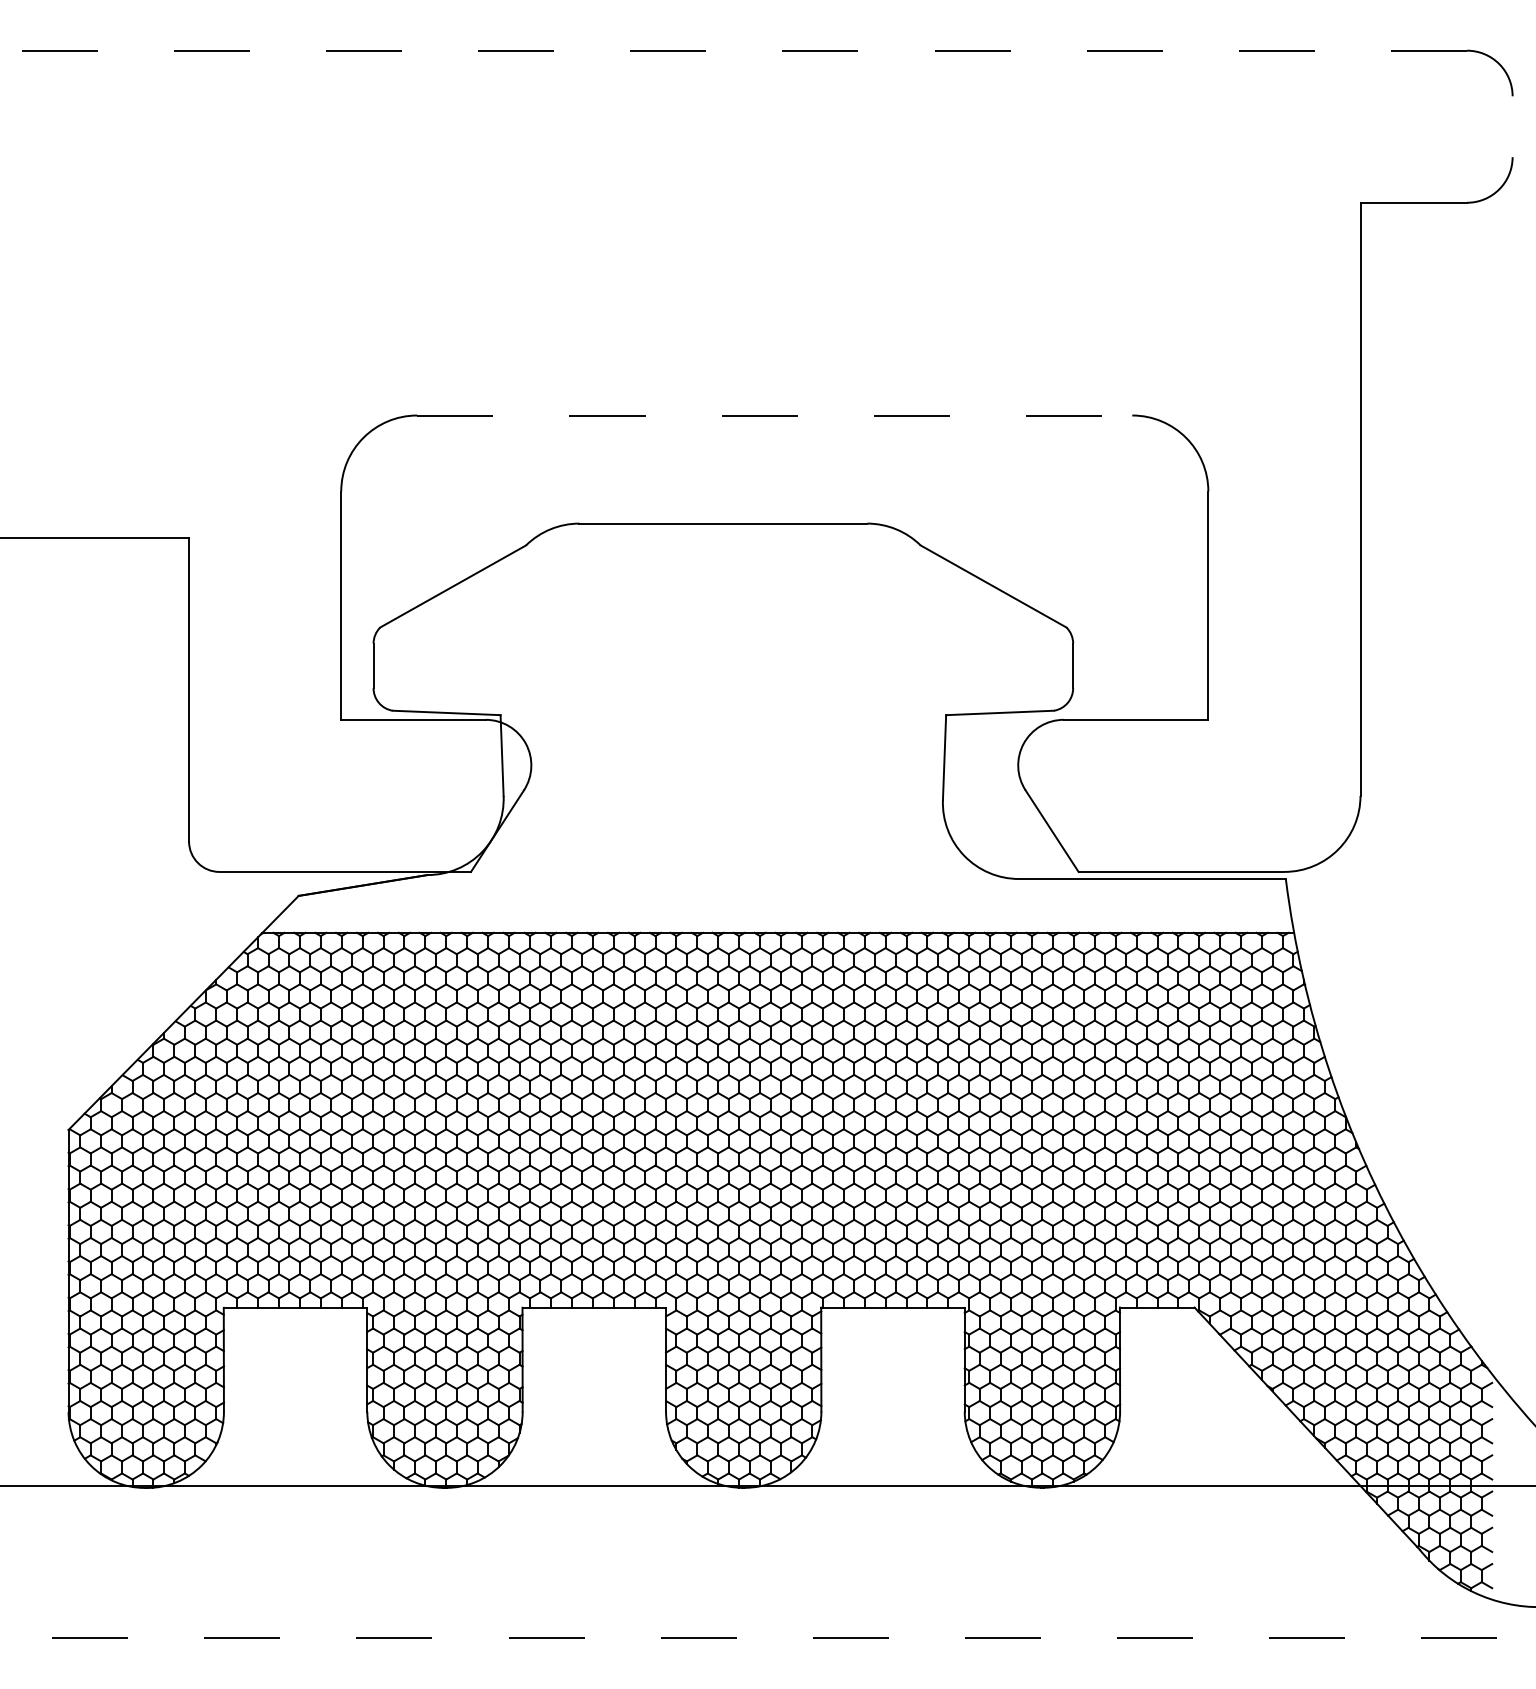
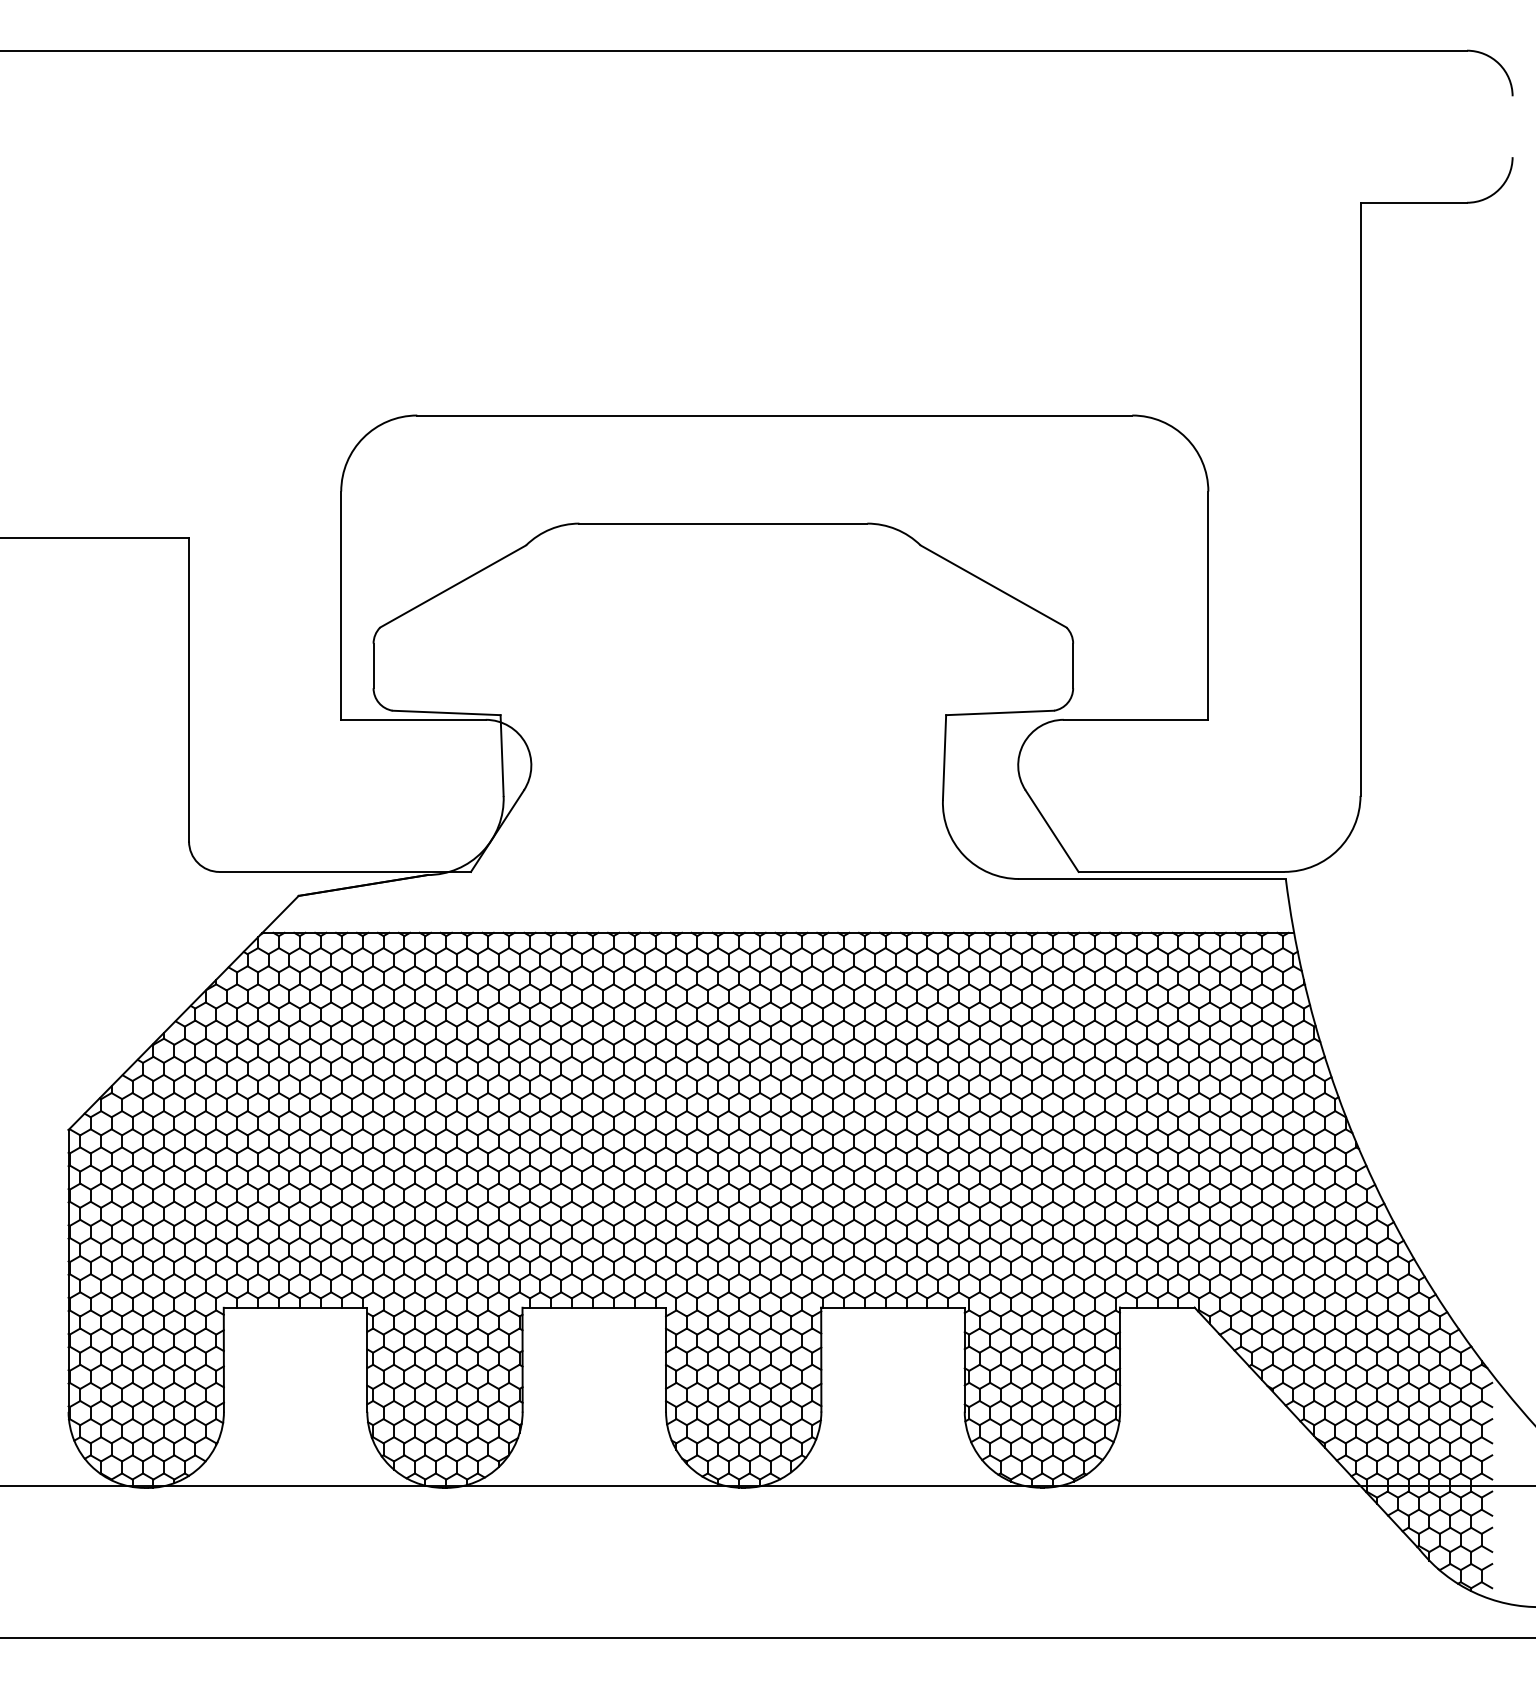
line at (733, 50): dashed -> solid
line at (774, 415): dashed -> solid
line at (768, 1638): dashed -> solid
